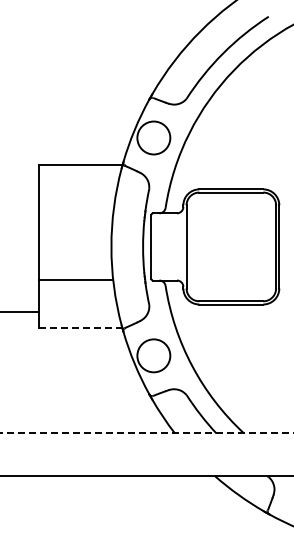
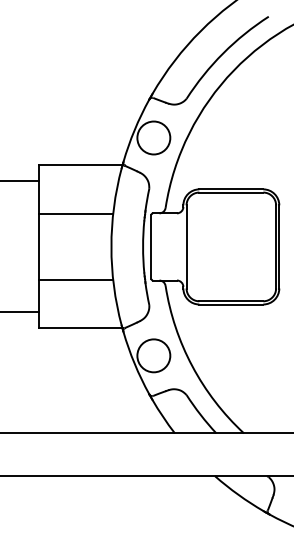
line at (20, 181): none -> present
line at (76, 213): none -> present
line at (80, 328): dashed -> solid
line at (147, 433): dashed -> solid
